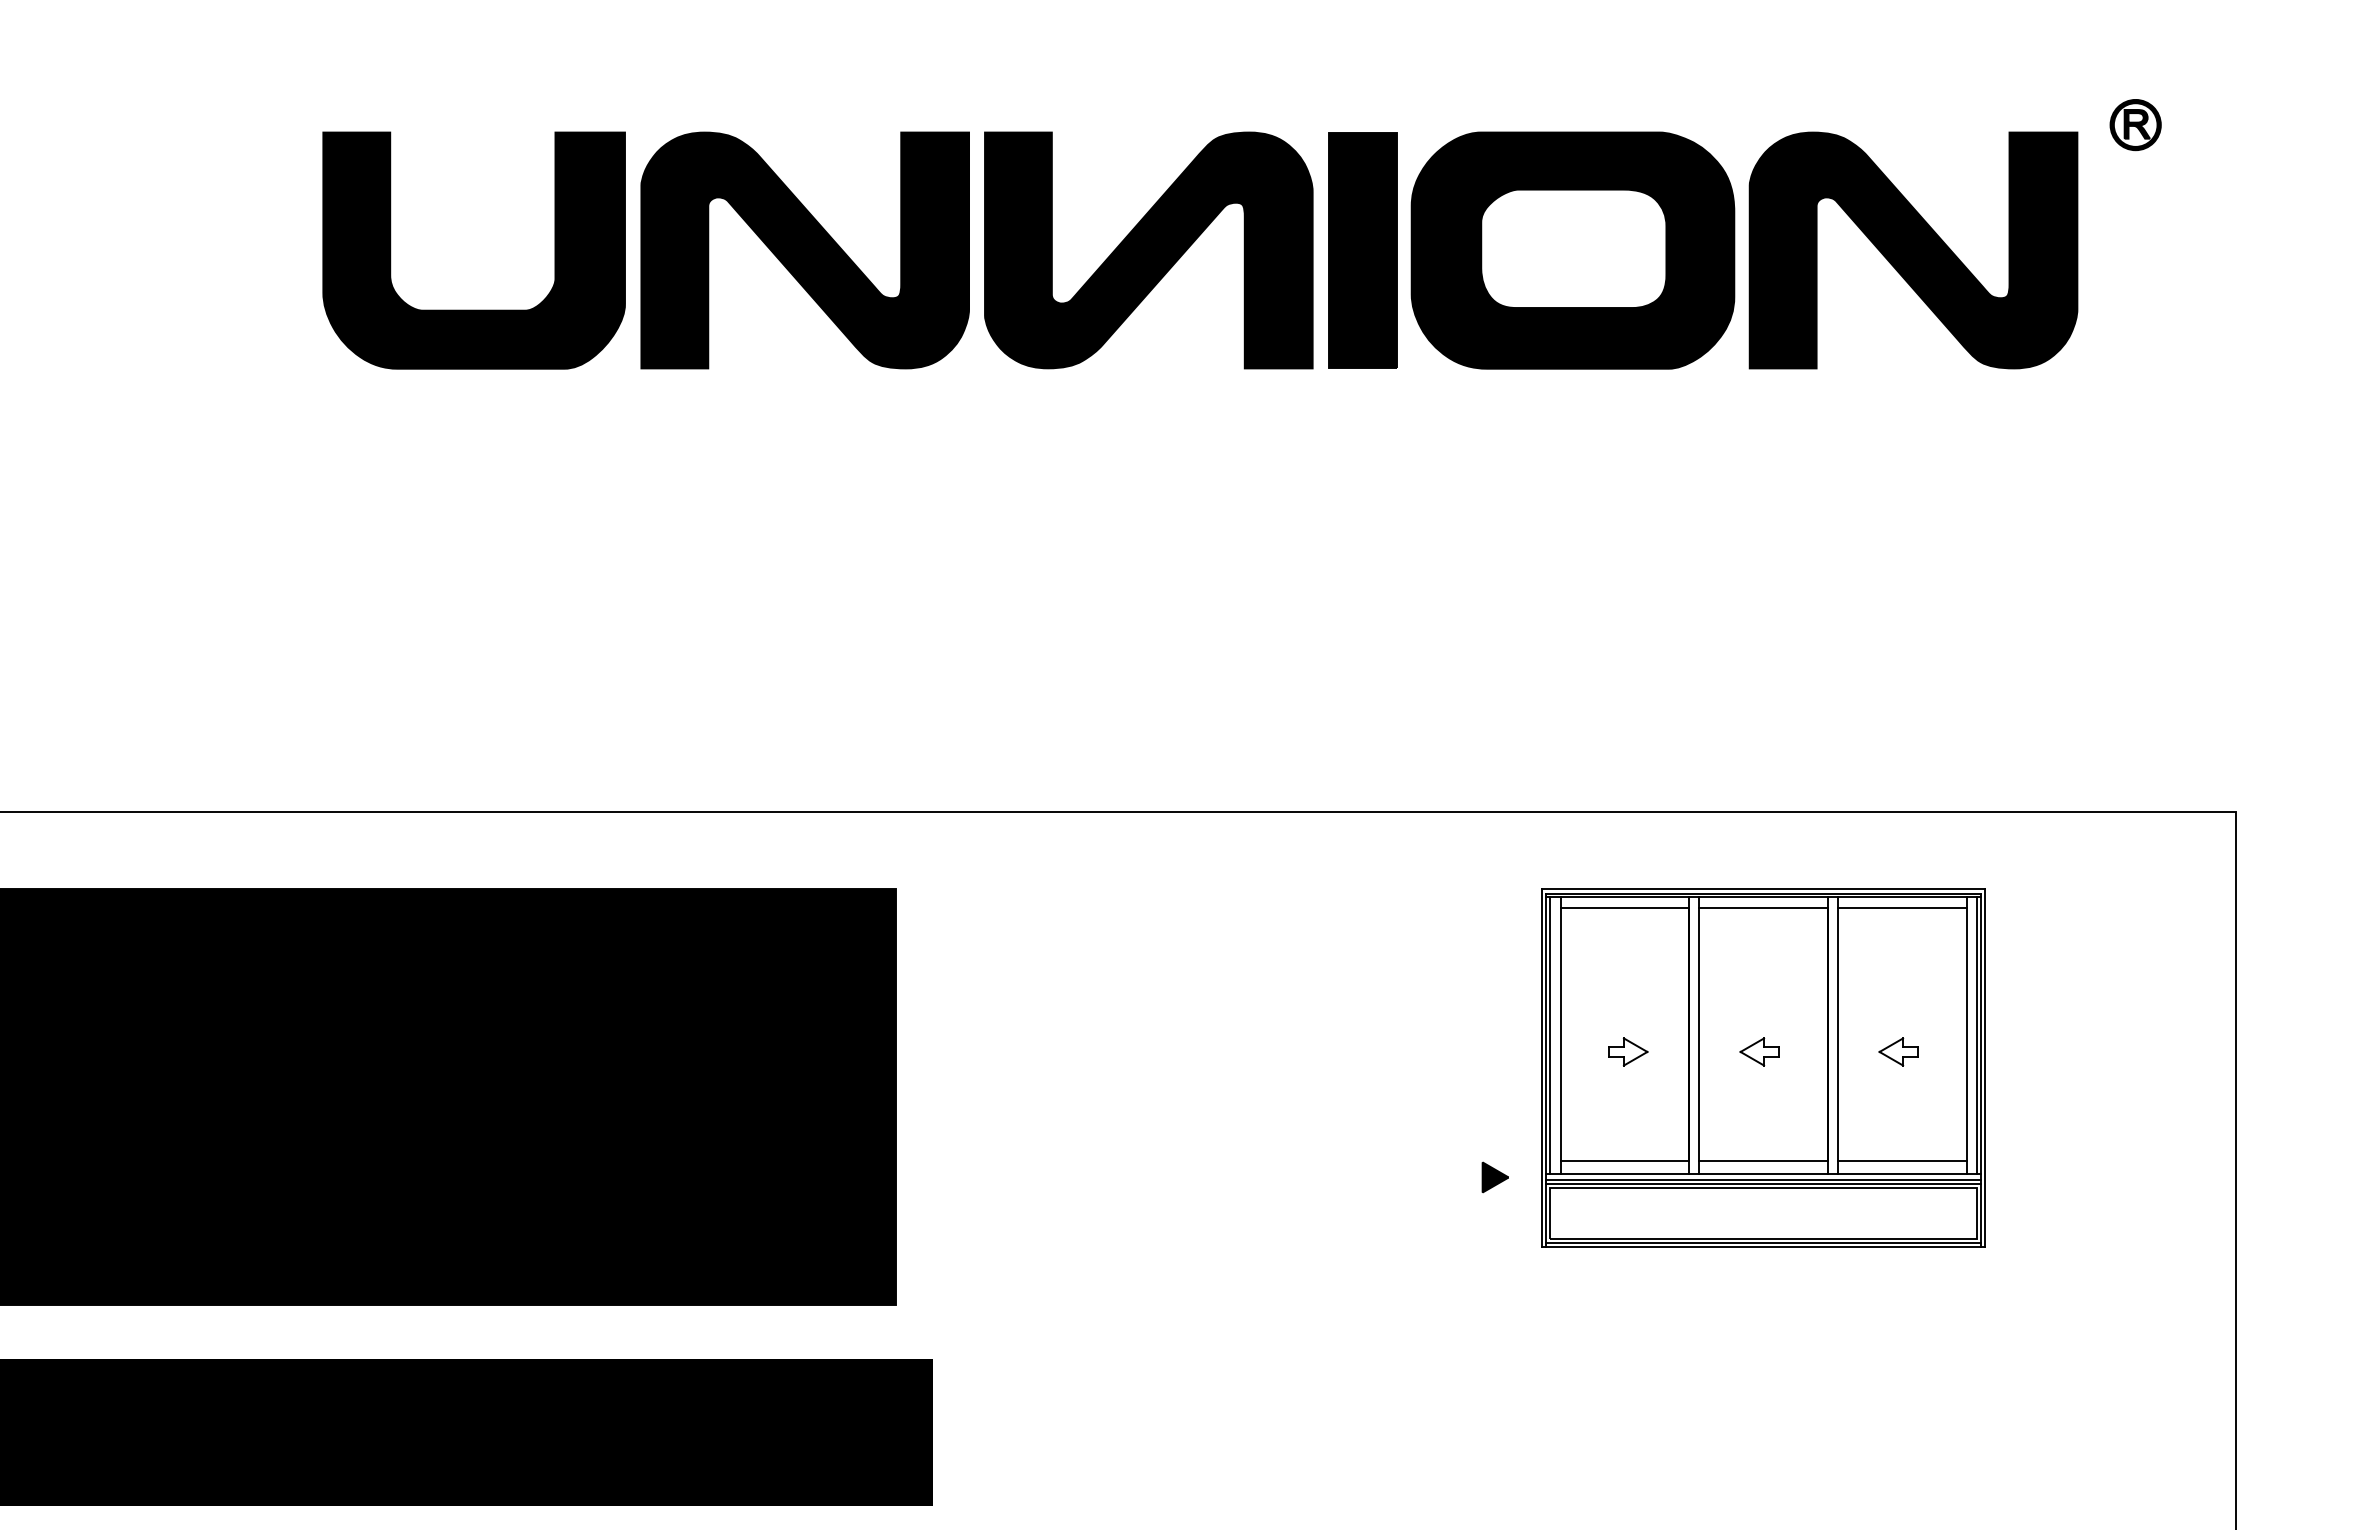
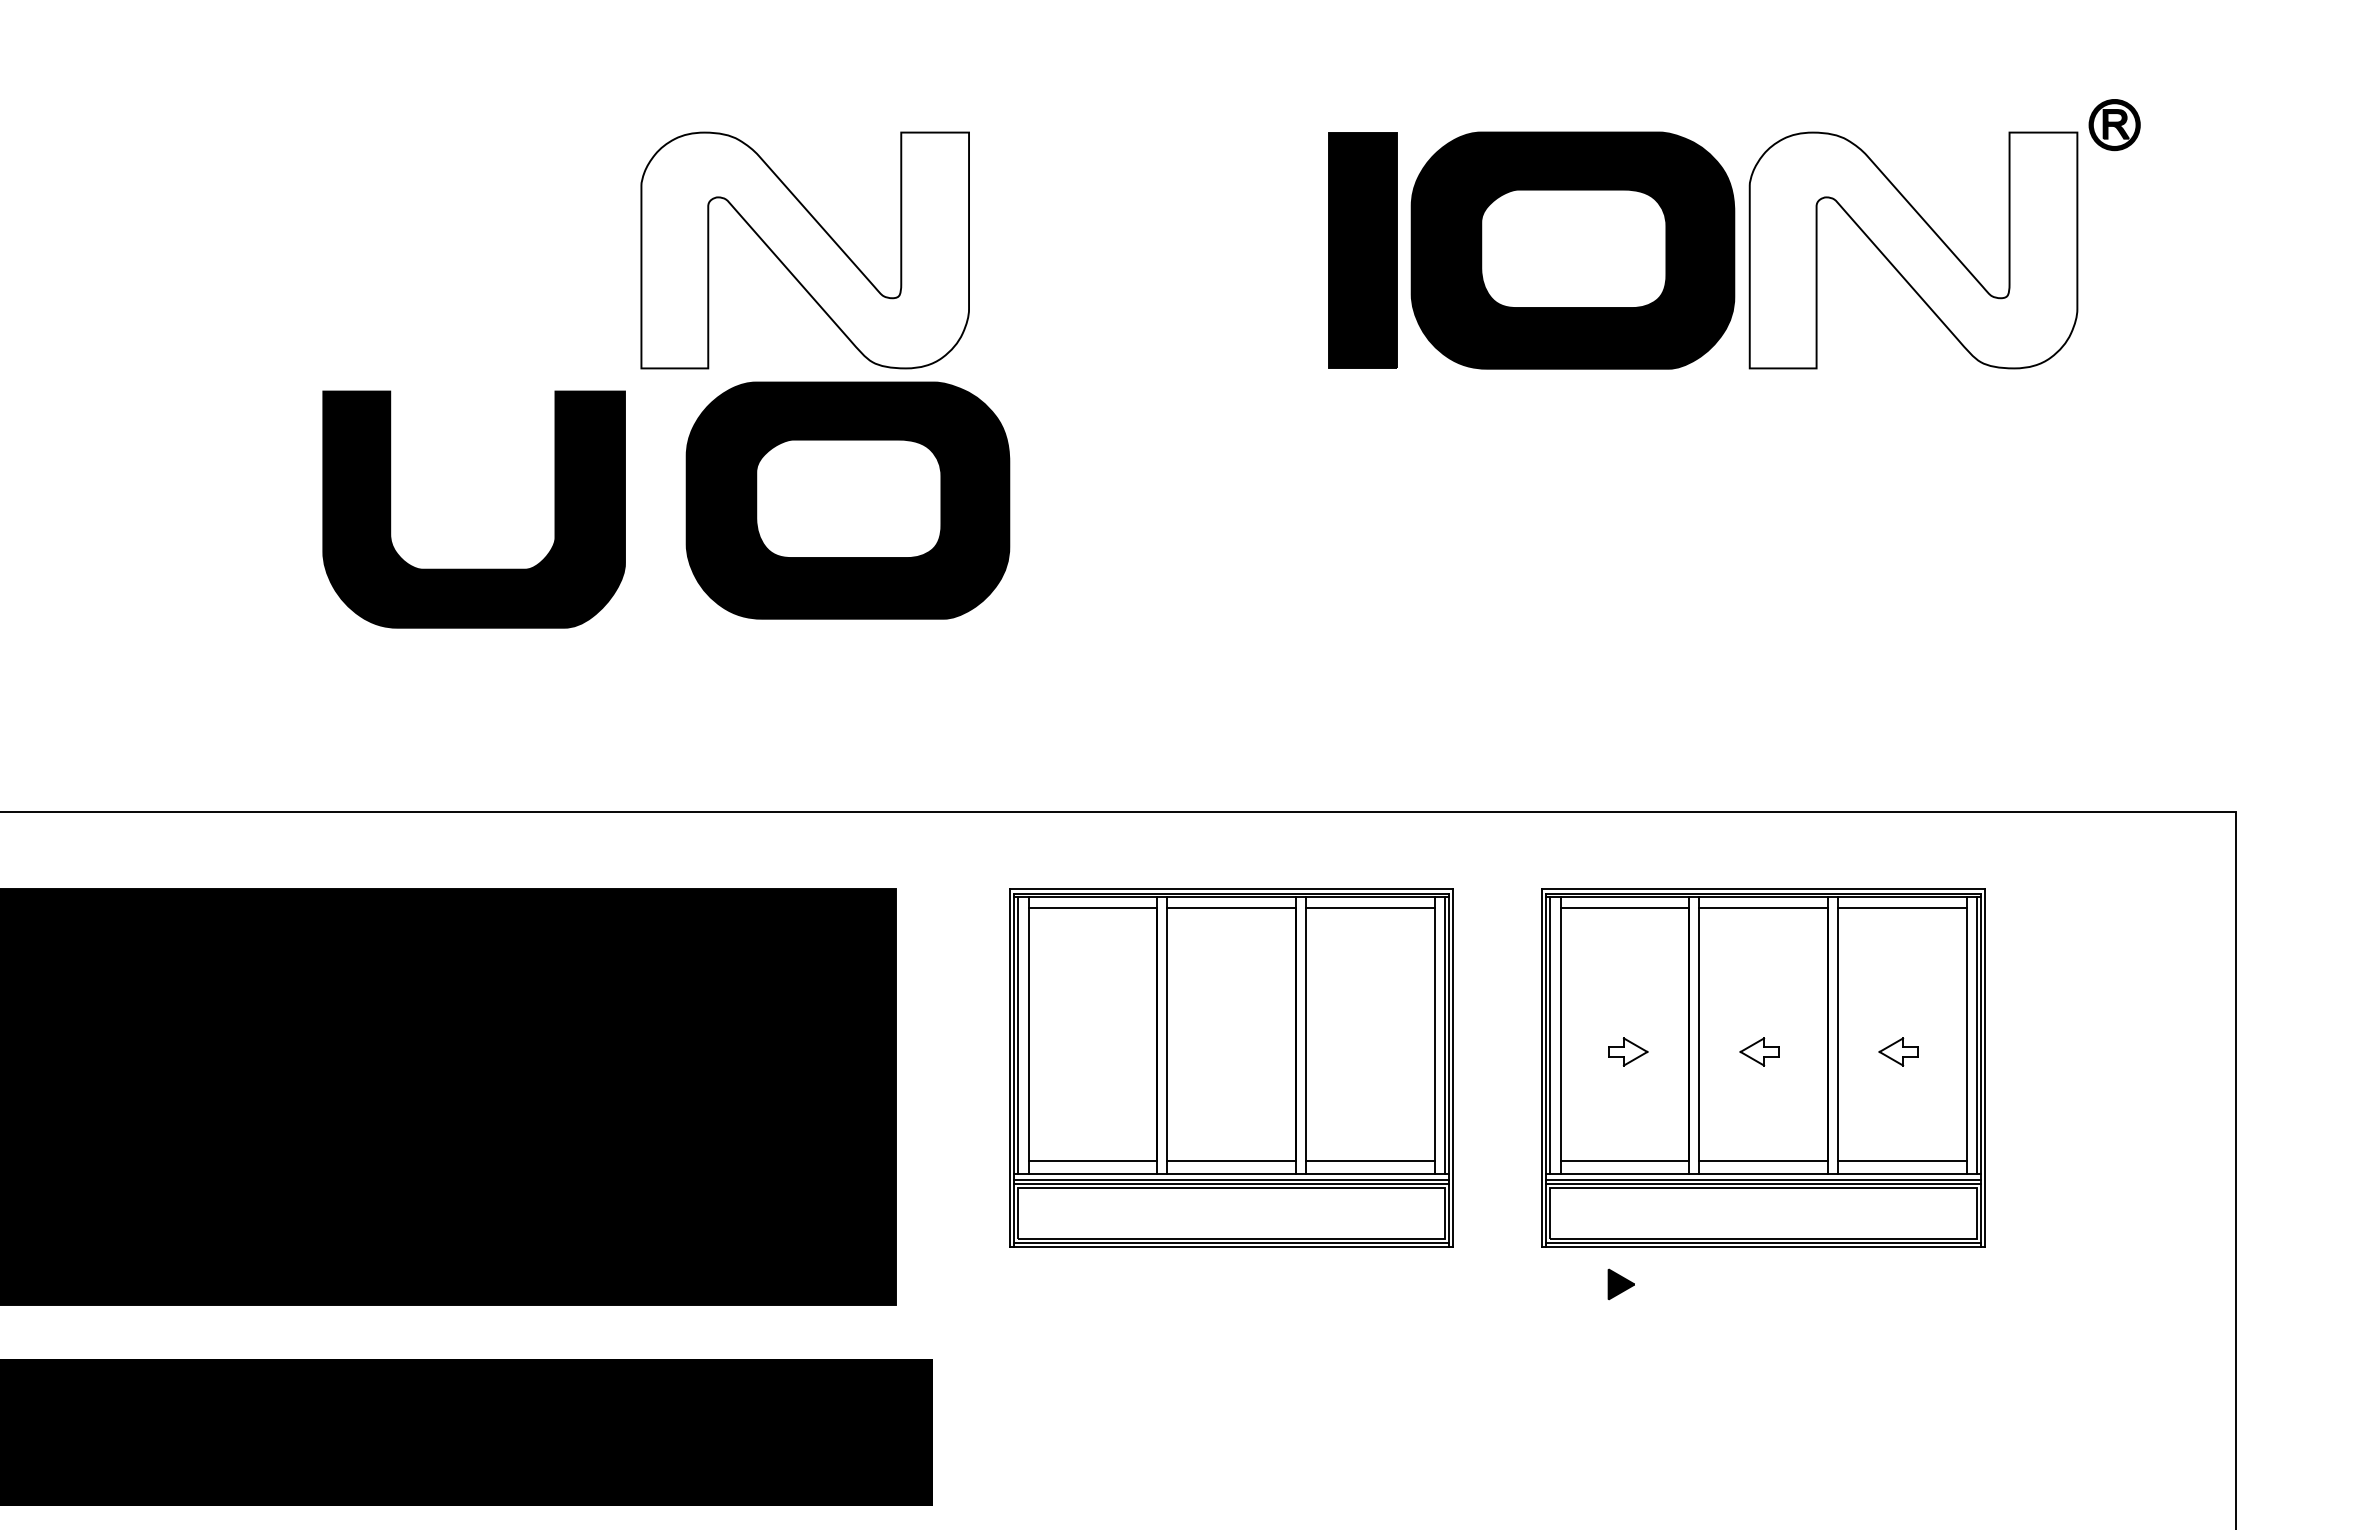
part at (2135, 125) position: (2135, 125) -> (2114, 125)
fill at (805, 250): present -> none
part at (1148, 250): present -> none
fill at (1913, 250): present -> none
part at (473, 309) position: (473, 309) -> (473, 568)
part at (847, 500): none -> present
part at (1231, 1067): none -> present
part at (1494, 1177) position: (1494, 1177) -> (1620, 1284)
